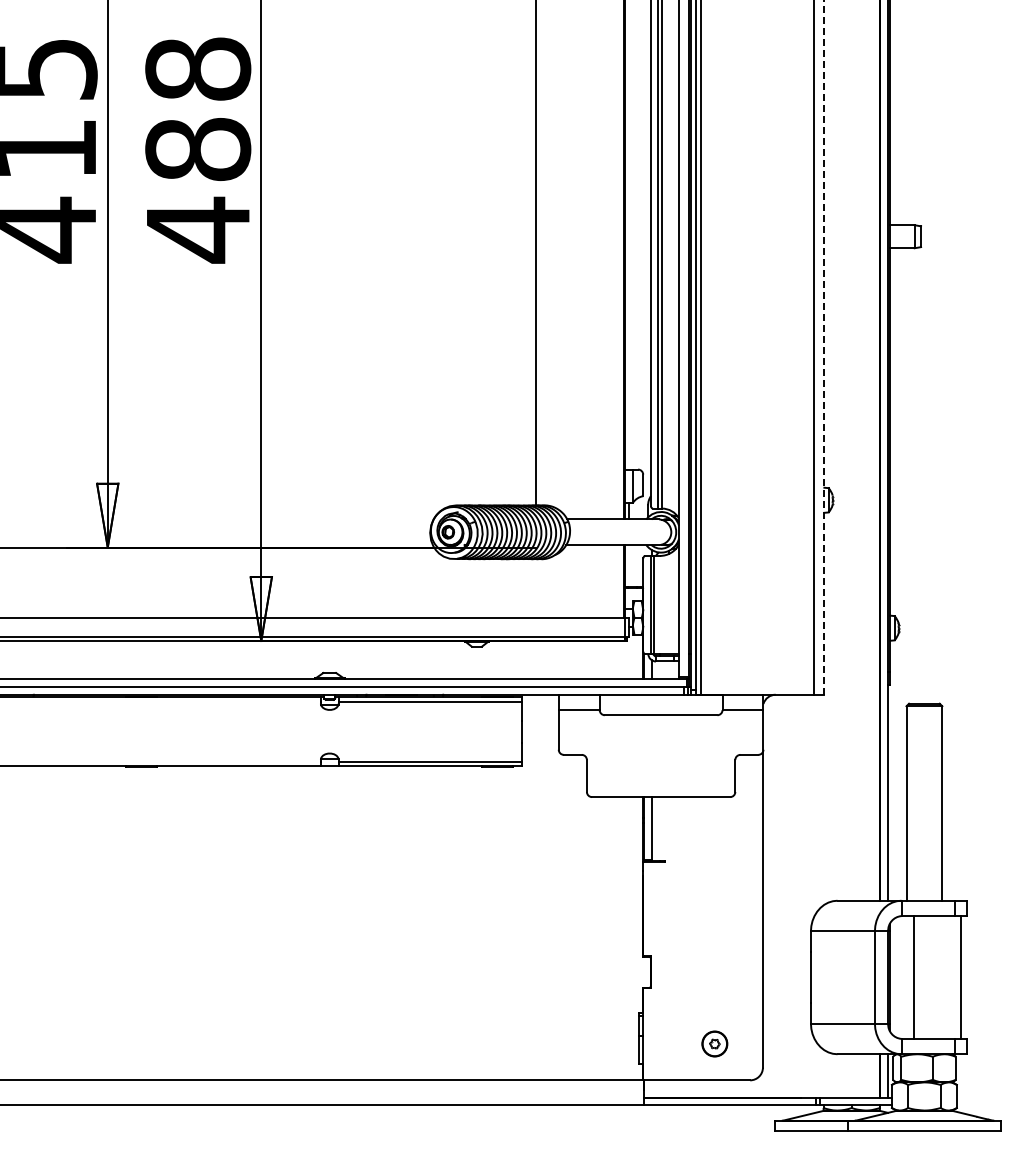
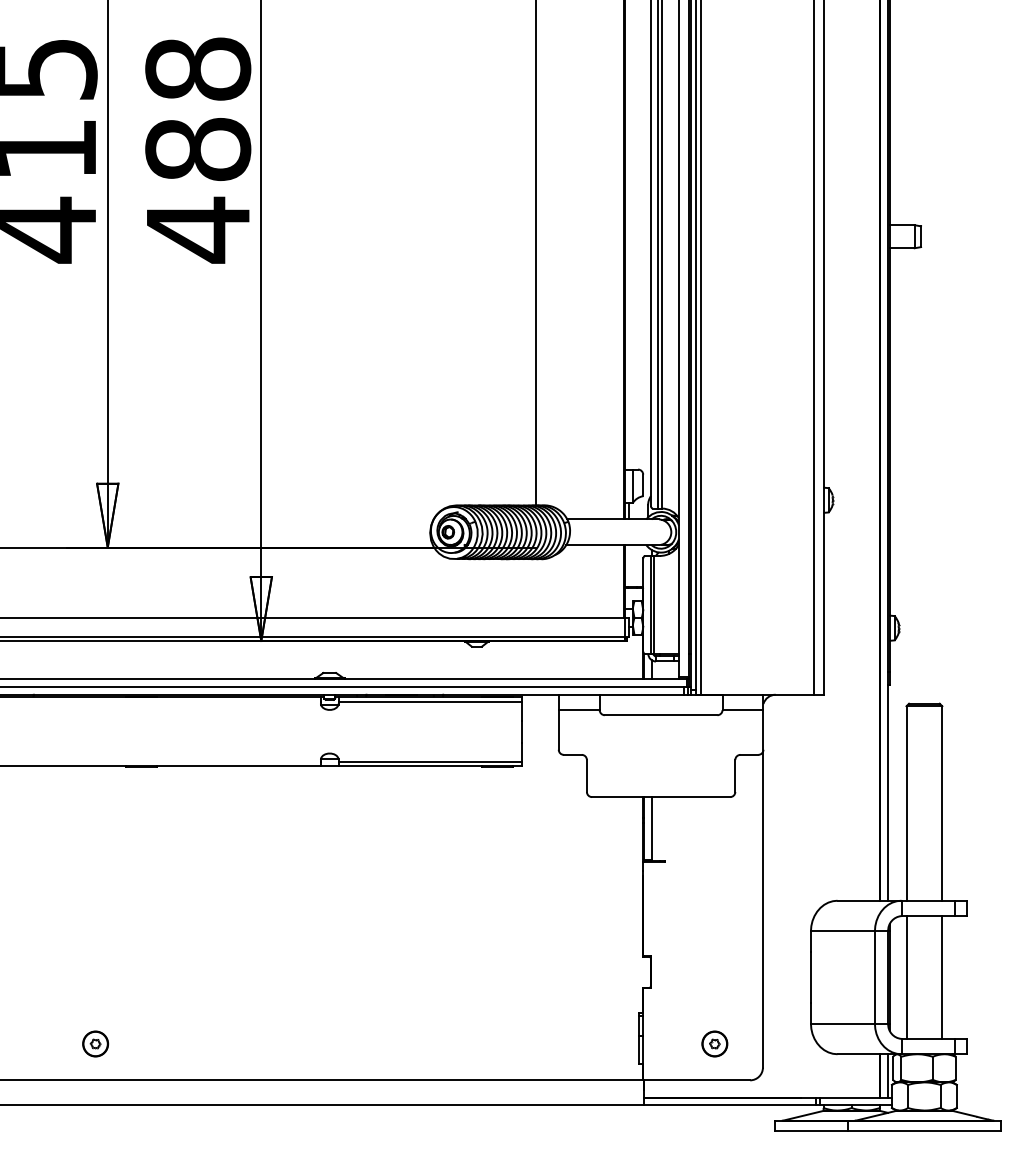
line at (824, 347): dashed -> solid
line at (913, 977) position: (913, 977) -> (906, 977)
line at (961, 977) position: (961, 977) -> (942, 977)
part at (95, 1043): none -> present
